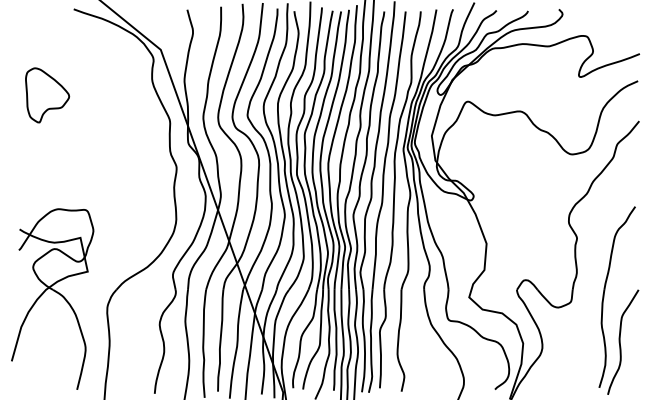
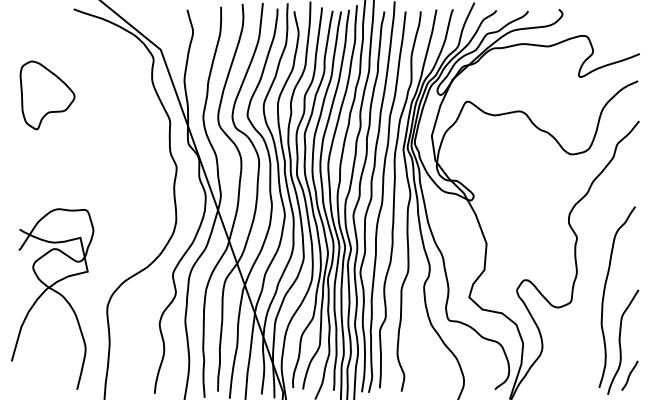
part at (47, 95) size: 46x57 px -> 57x71 px
curve at (629, 375): none -> present
